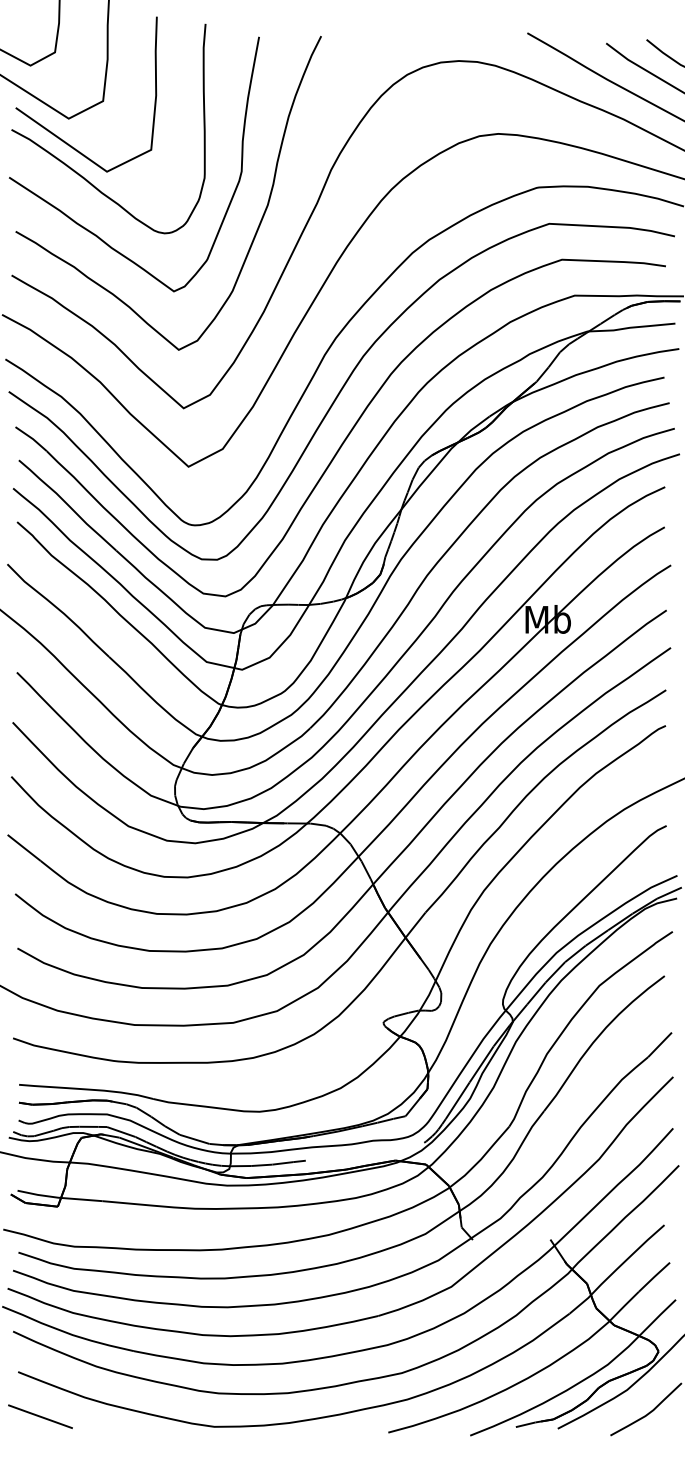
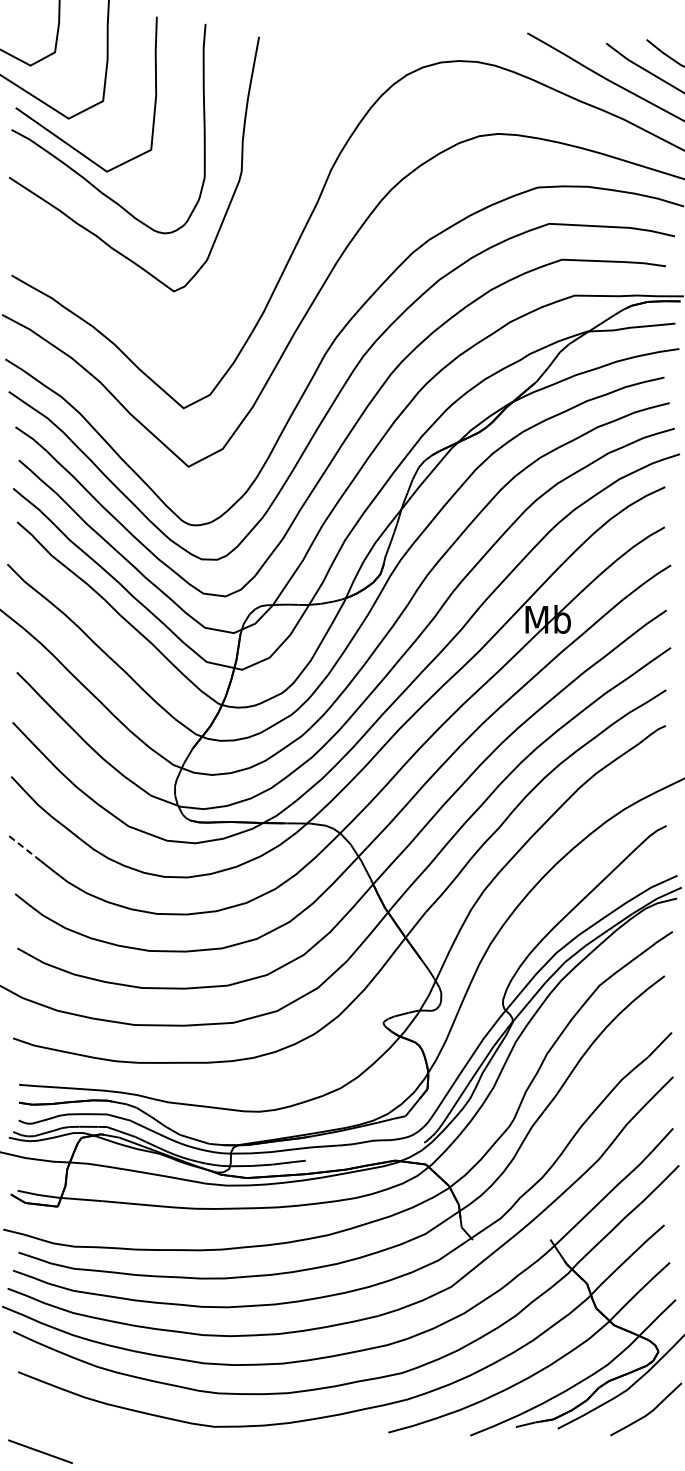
curve at (256, 229): present -> none
line at (24, 848): solid -> dashed
line at (40, 1416) position: (40, 1416) -> (40, 1451)
